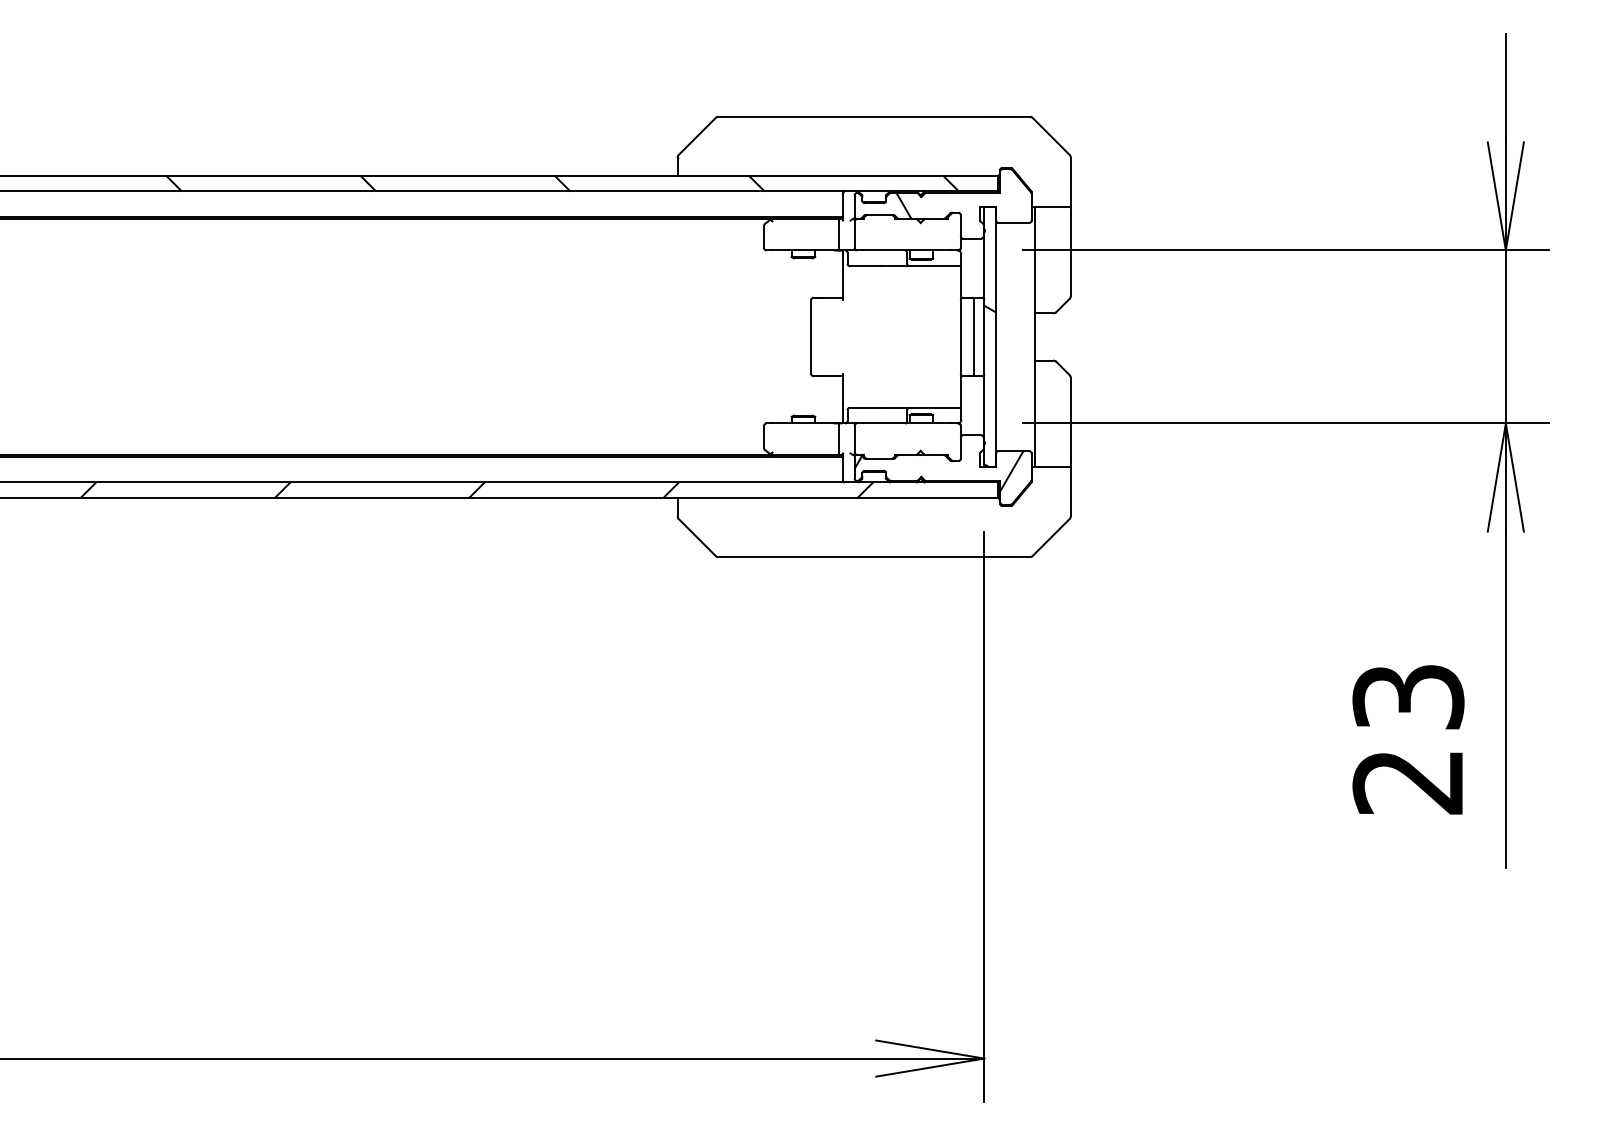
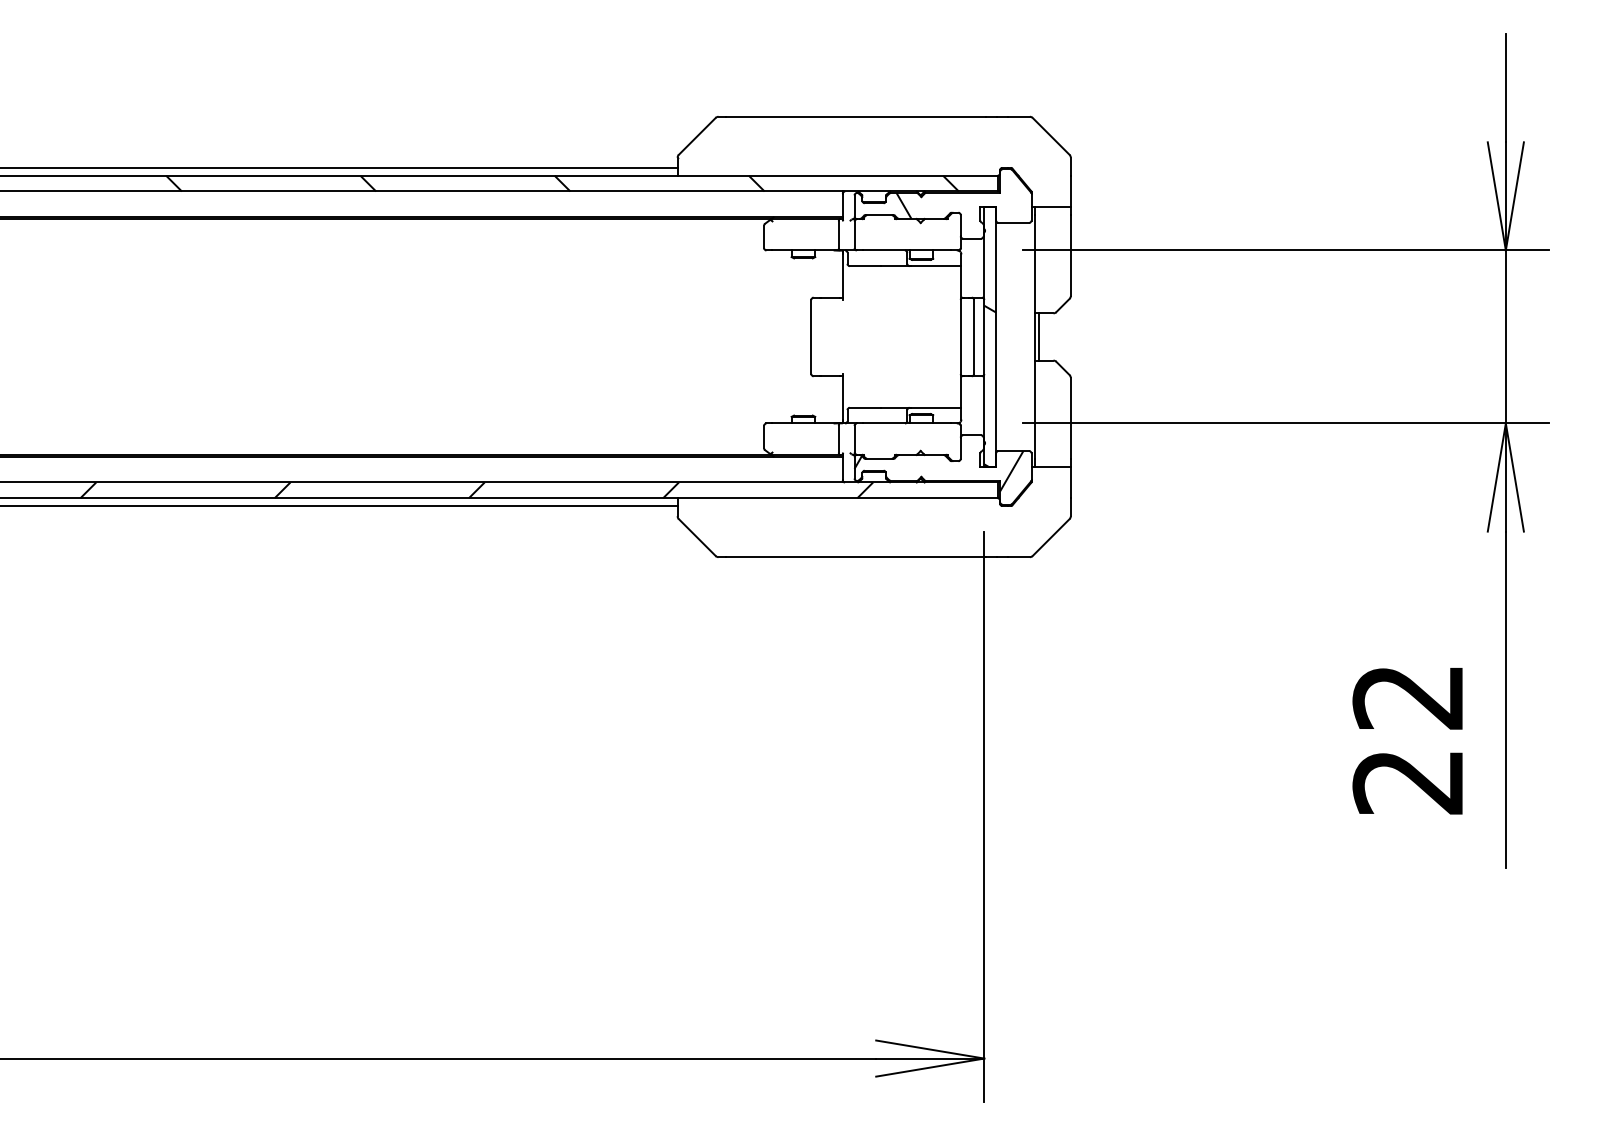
line at (339, 167): none -> present
line at (1039, 336): none -> present
line at (339, 506): none -> present
text at (1408, 697): 23 -> 22
